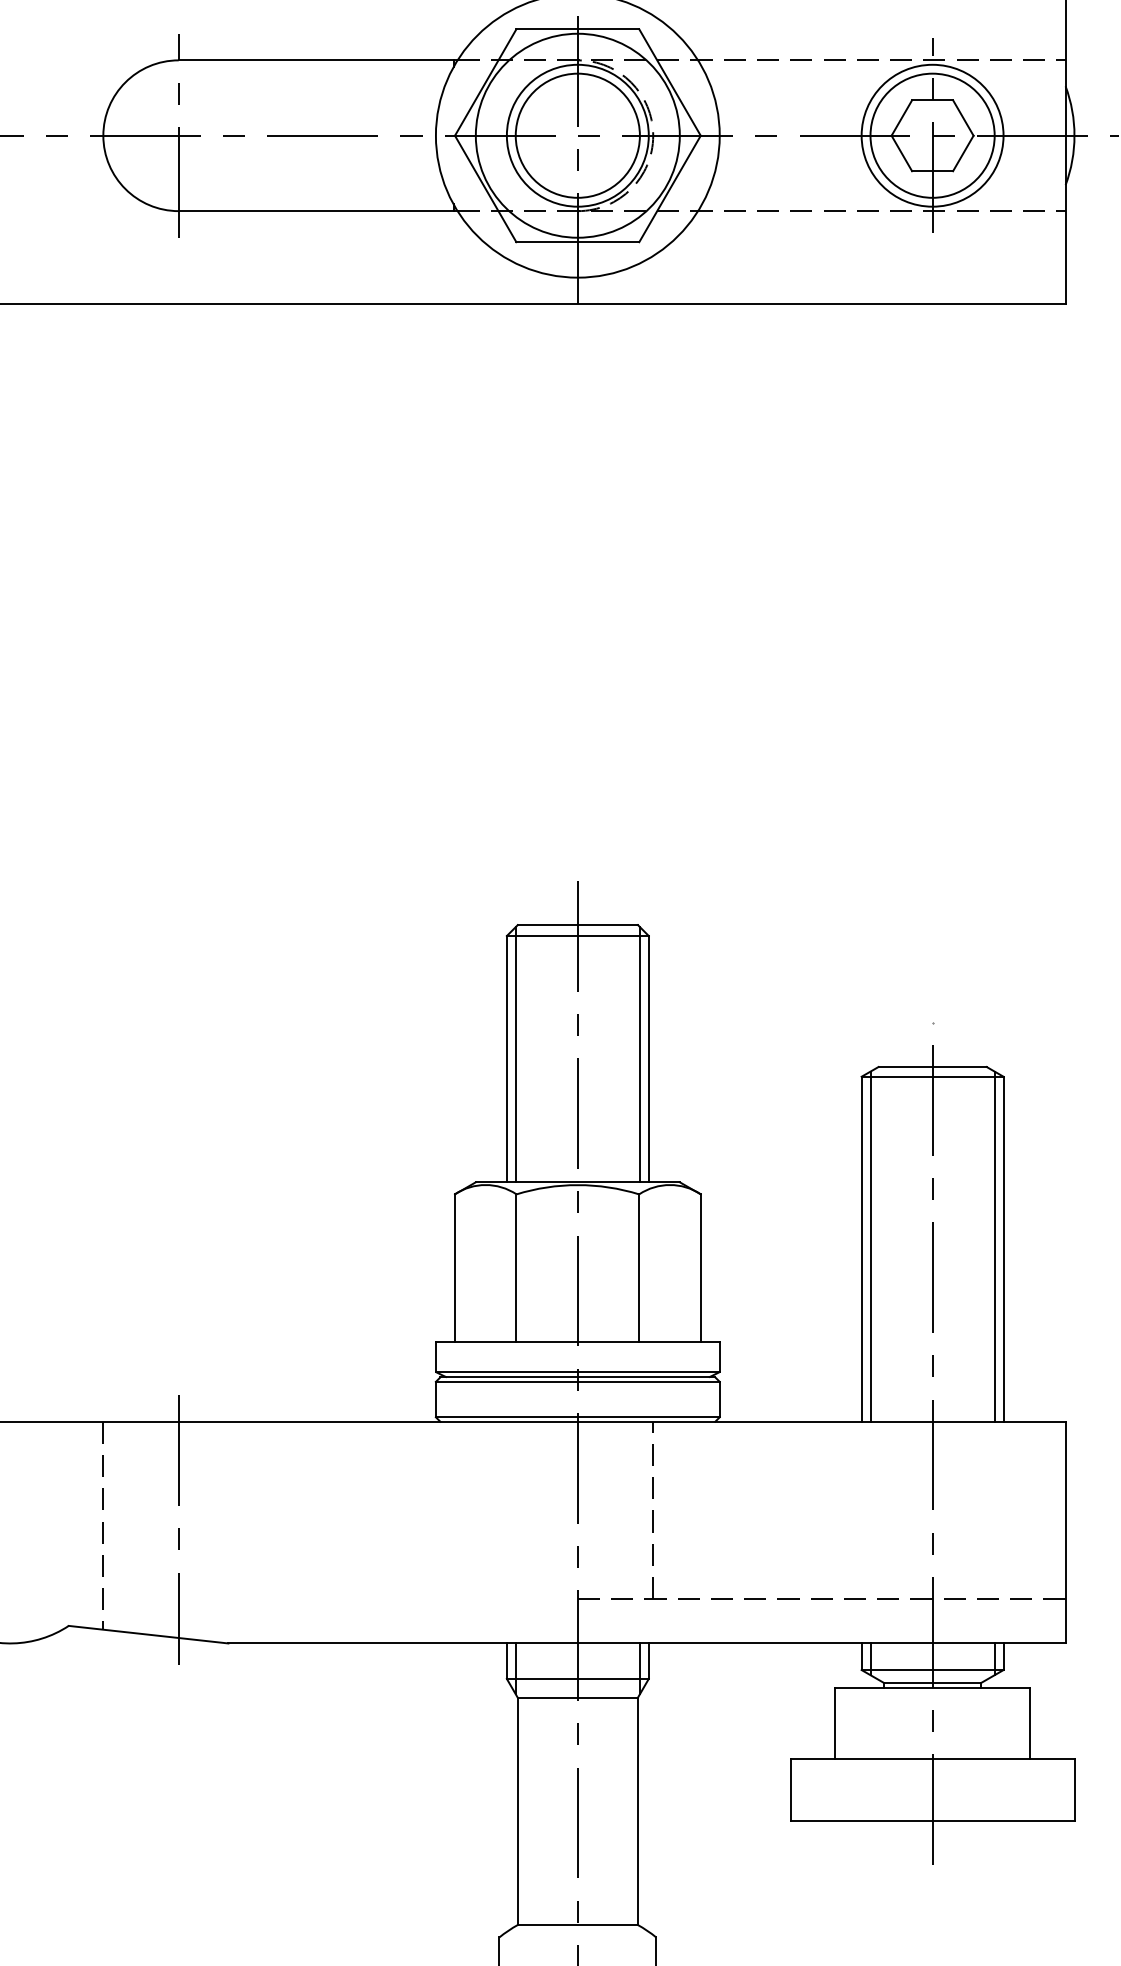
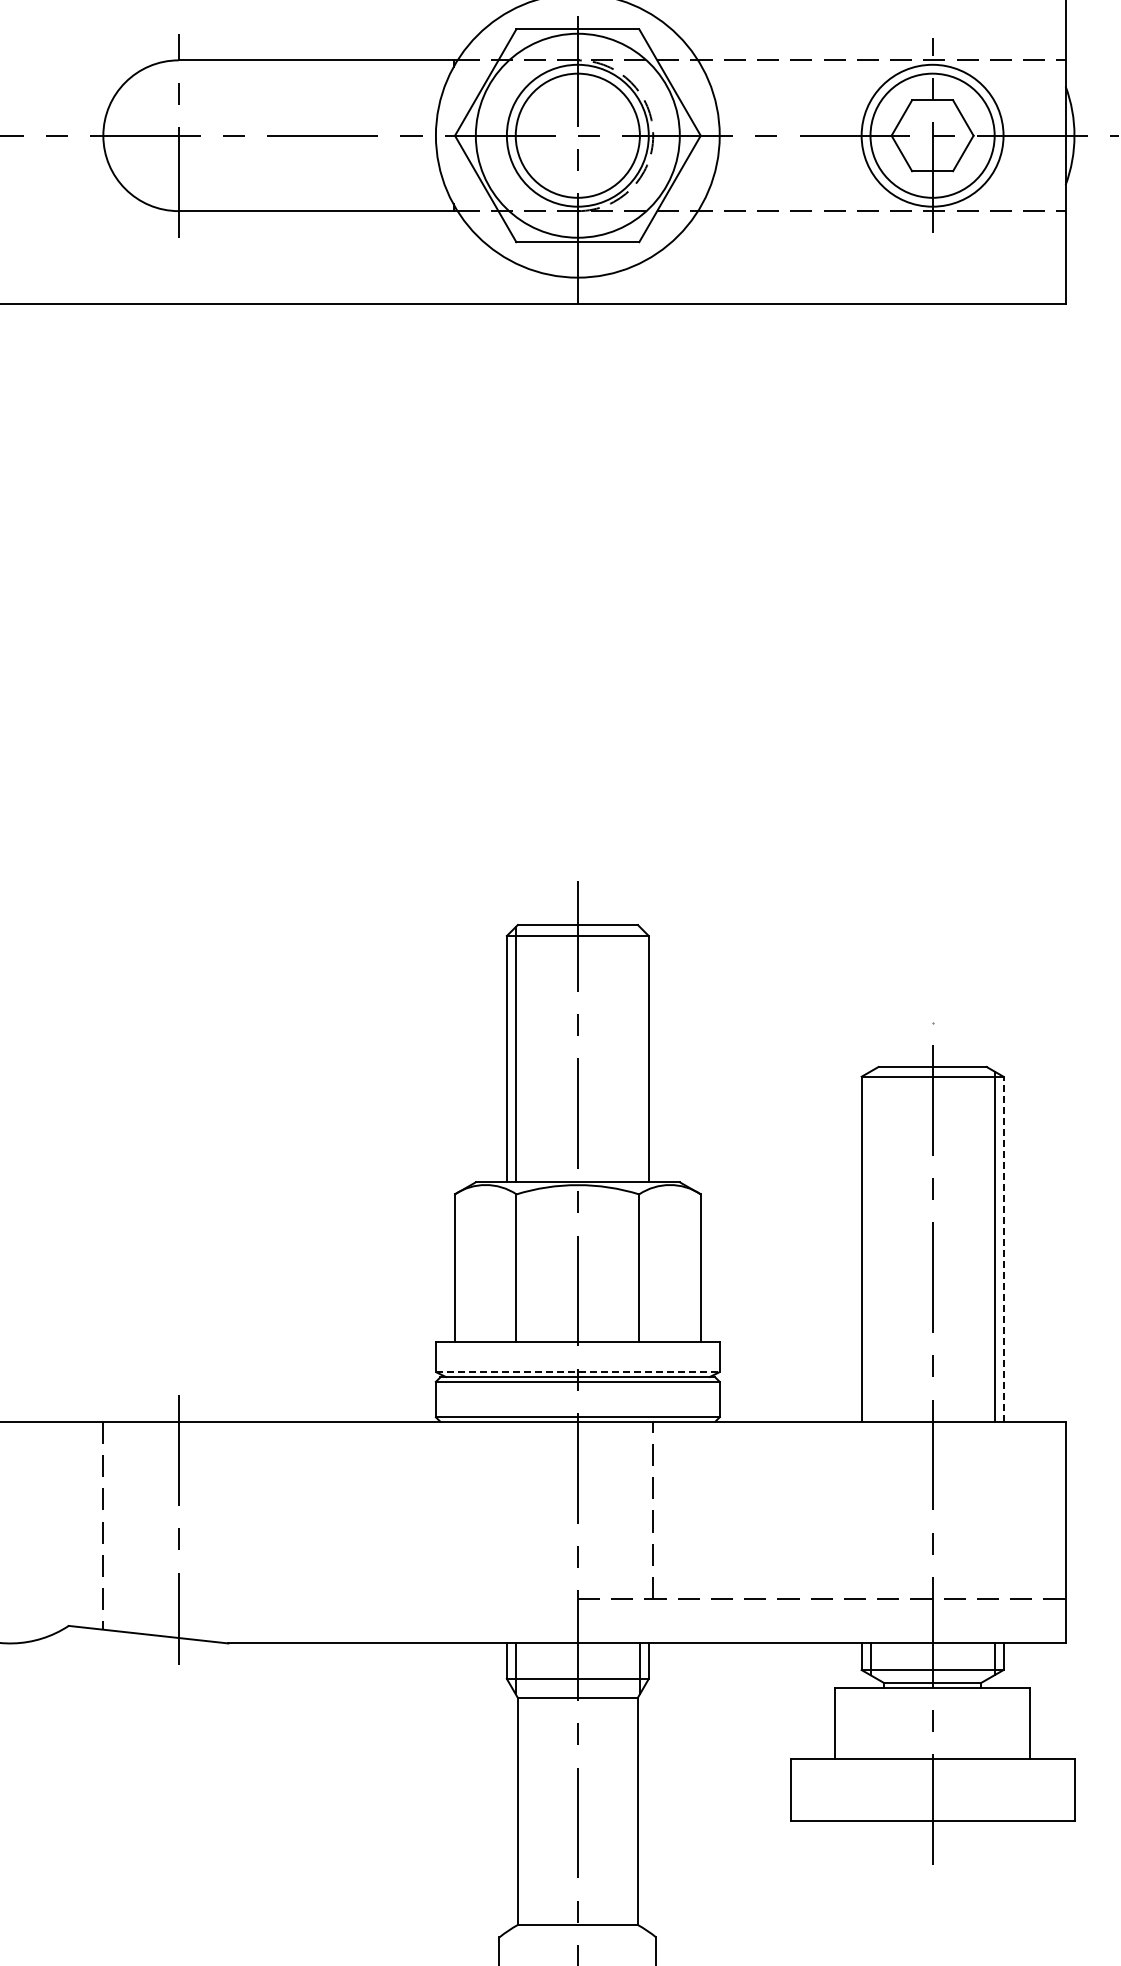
line at (639, 1054): present -> none
line at (870, 1246): present -> none
line at (1003, 1248): solid -> dashed
line at (577, 1372): solid -> dashed
